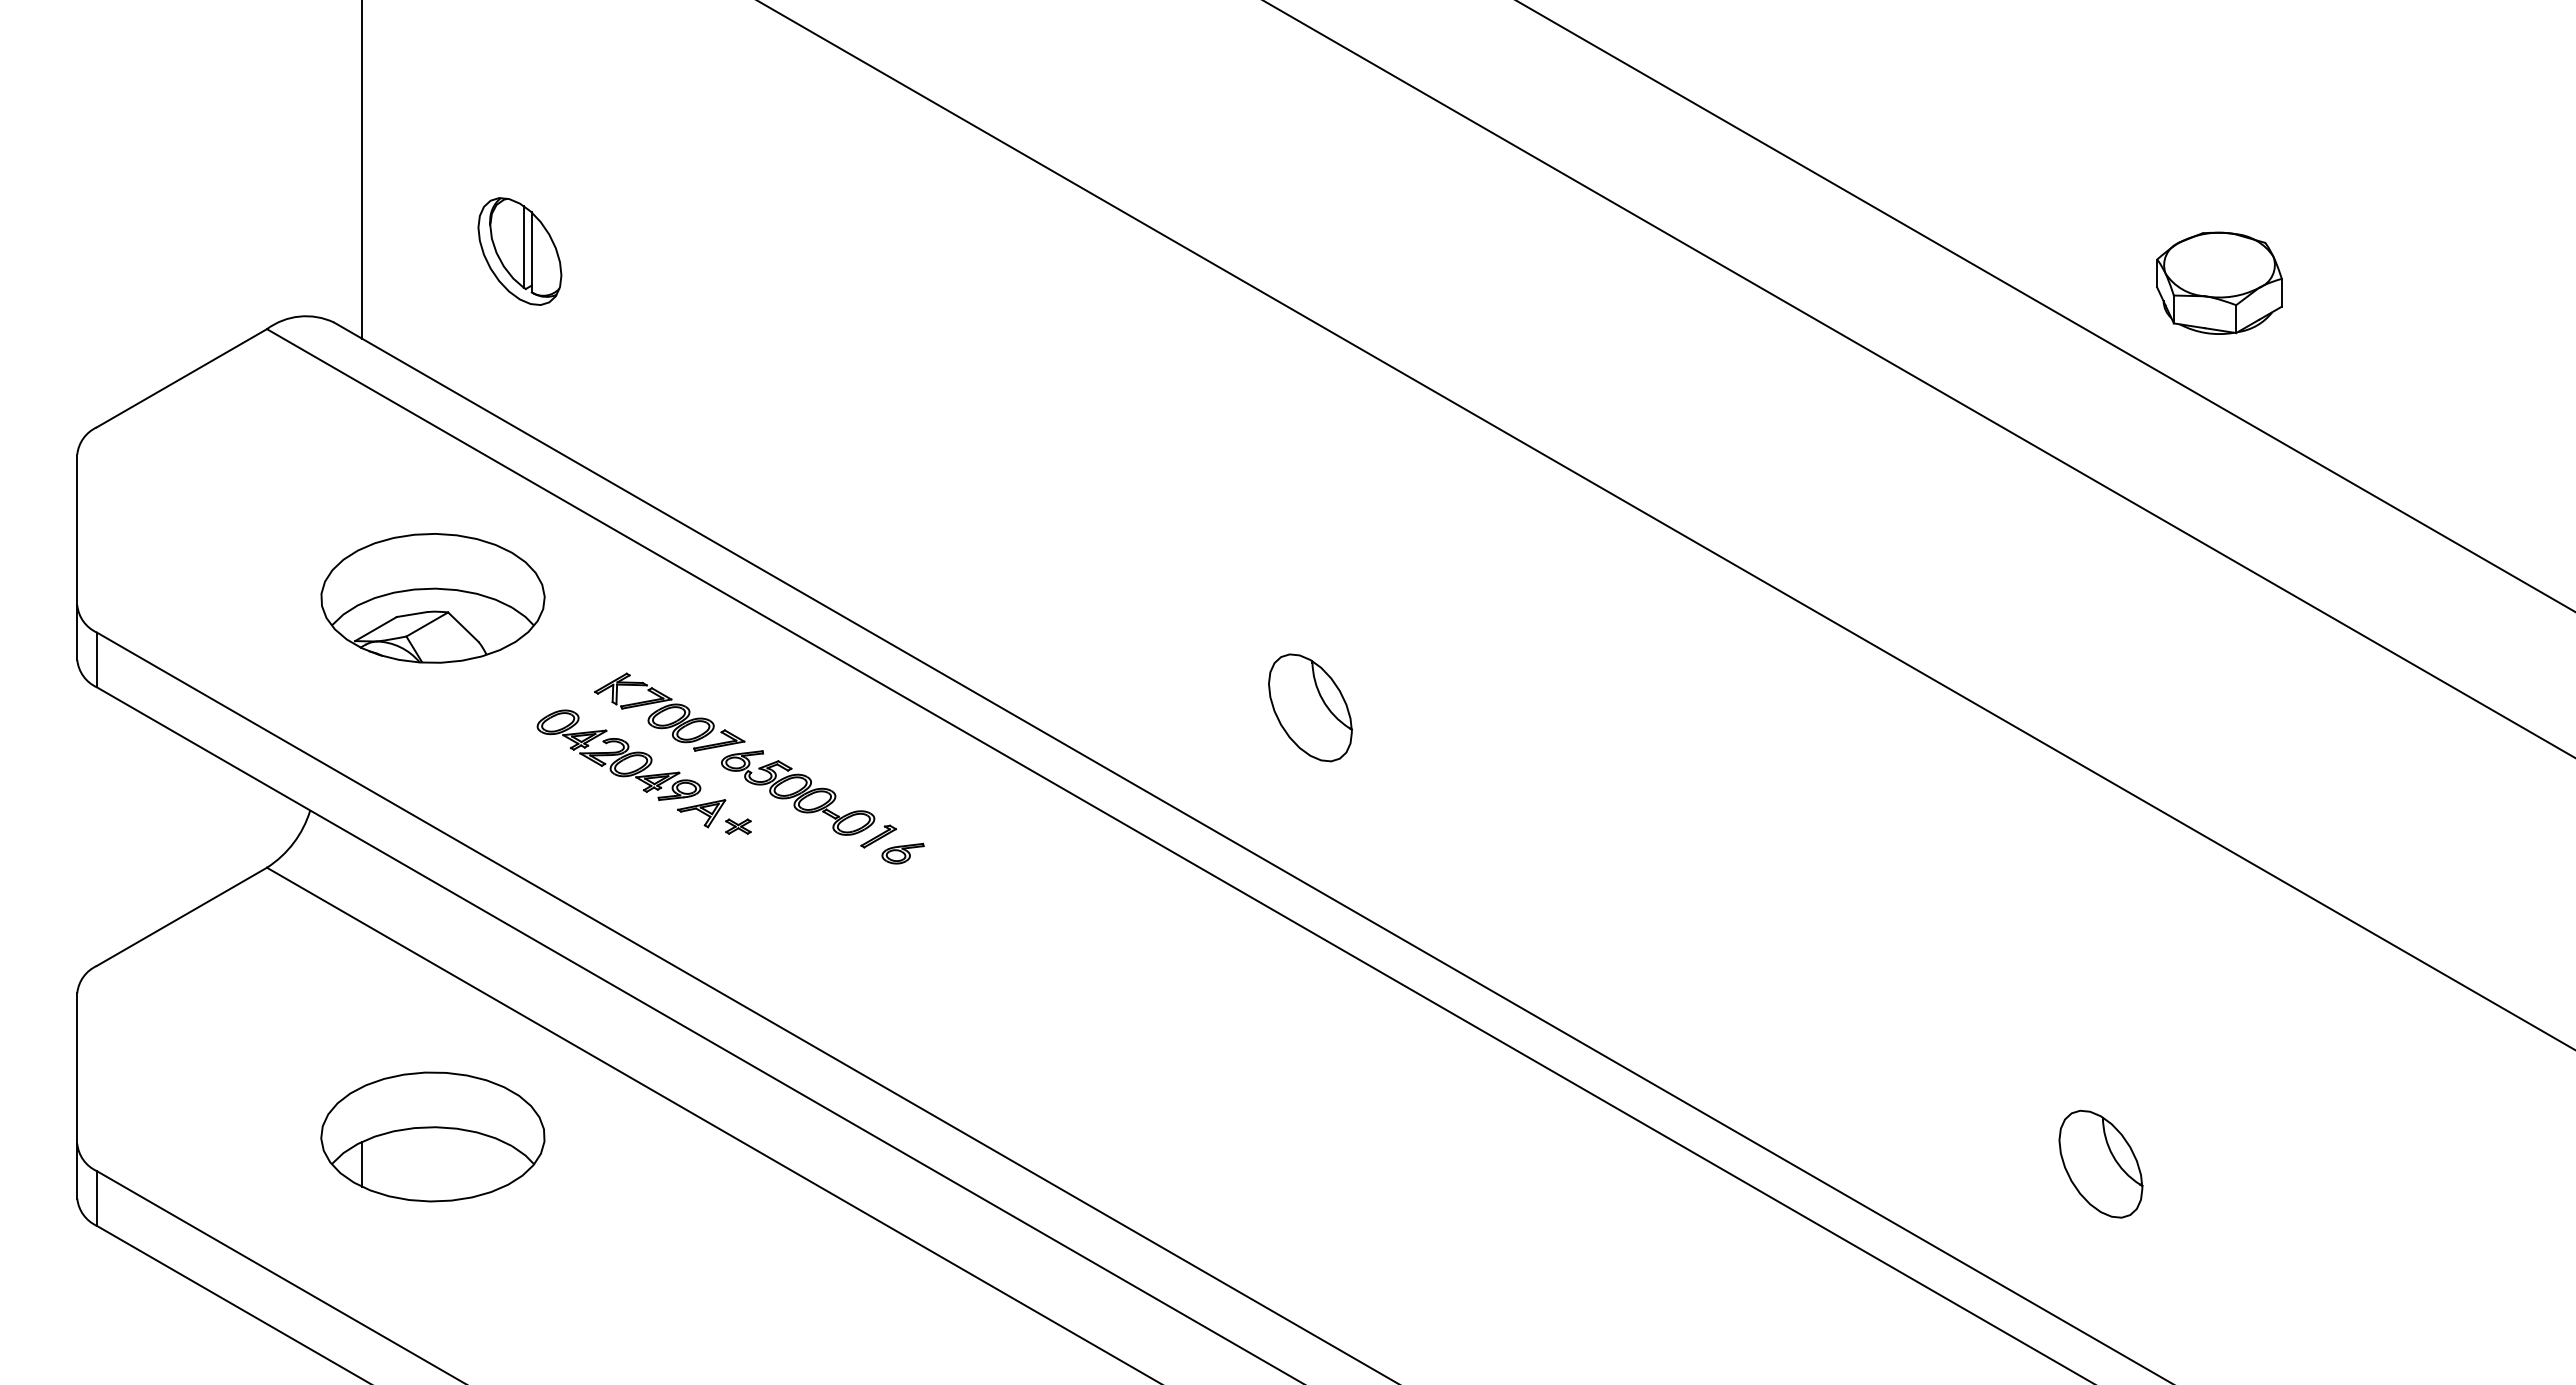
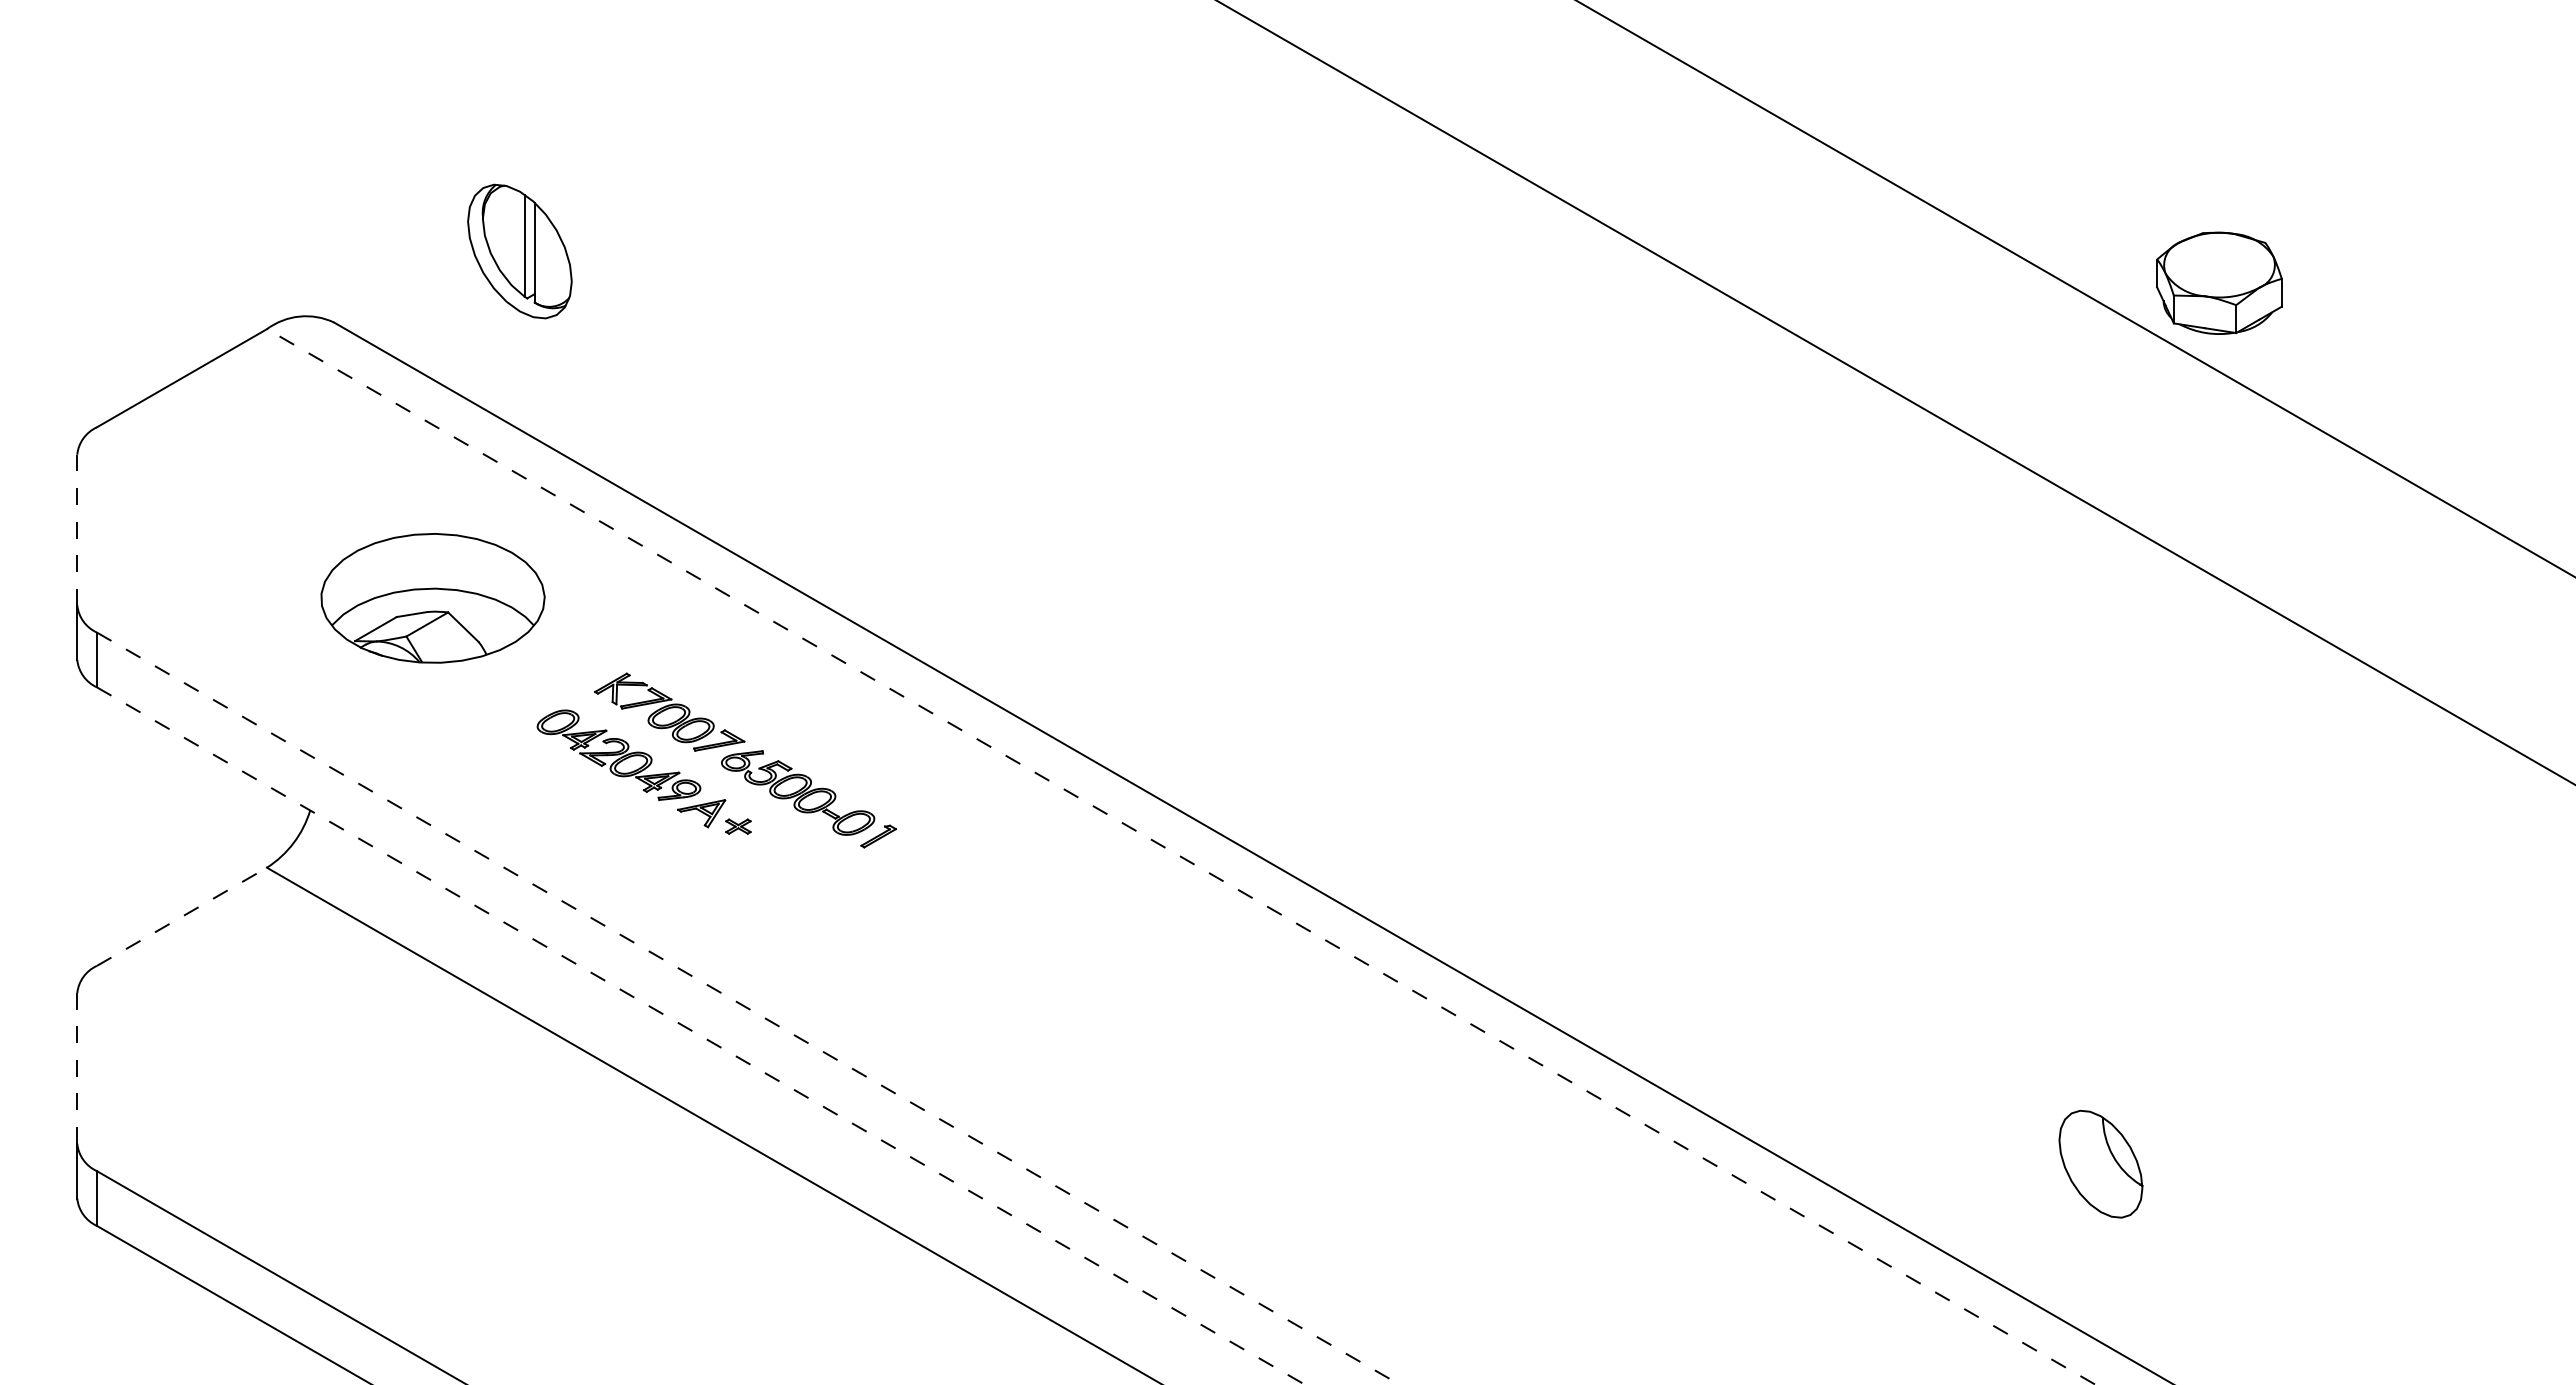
line at (361, 170): present -> none
part at (519, 251) size: 86x109 px -> 106x137 px
line at (2045, 306) position: (2045, 306) -> (2075, 288)
line at (1919, 379) position: (1919, 379) -> (1895, 392)
line at (1666, 525): present -> none
line at (77, 530): solid -> dashed
part at (1310, 707): present -> none
part at (902, 853): present -> none
line at (1180, 856): solid -> dashed
line at (182, 916): solid -> dashed
line at (748, 1008): solid -> dashed
line at (701, 1036): solid -> dashed
line at (77, 1068): solid -> dashed
part at (432, 1136): present -> none
